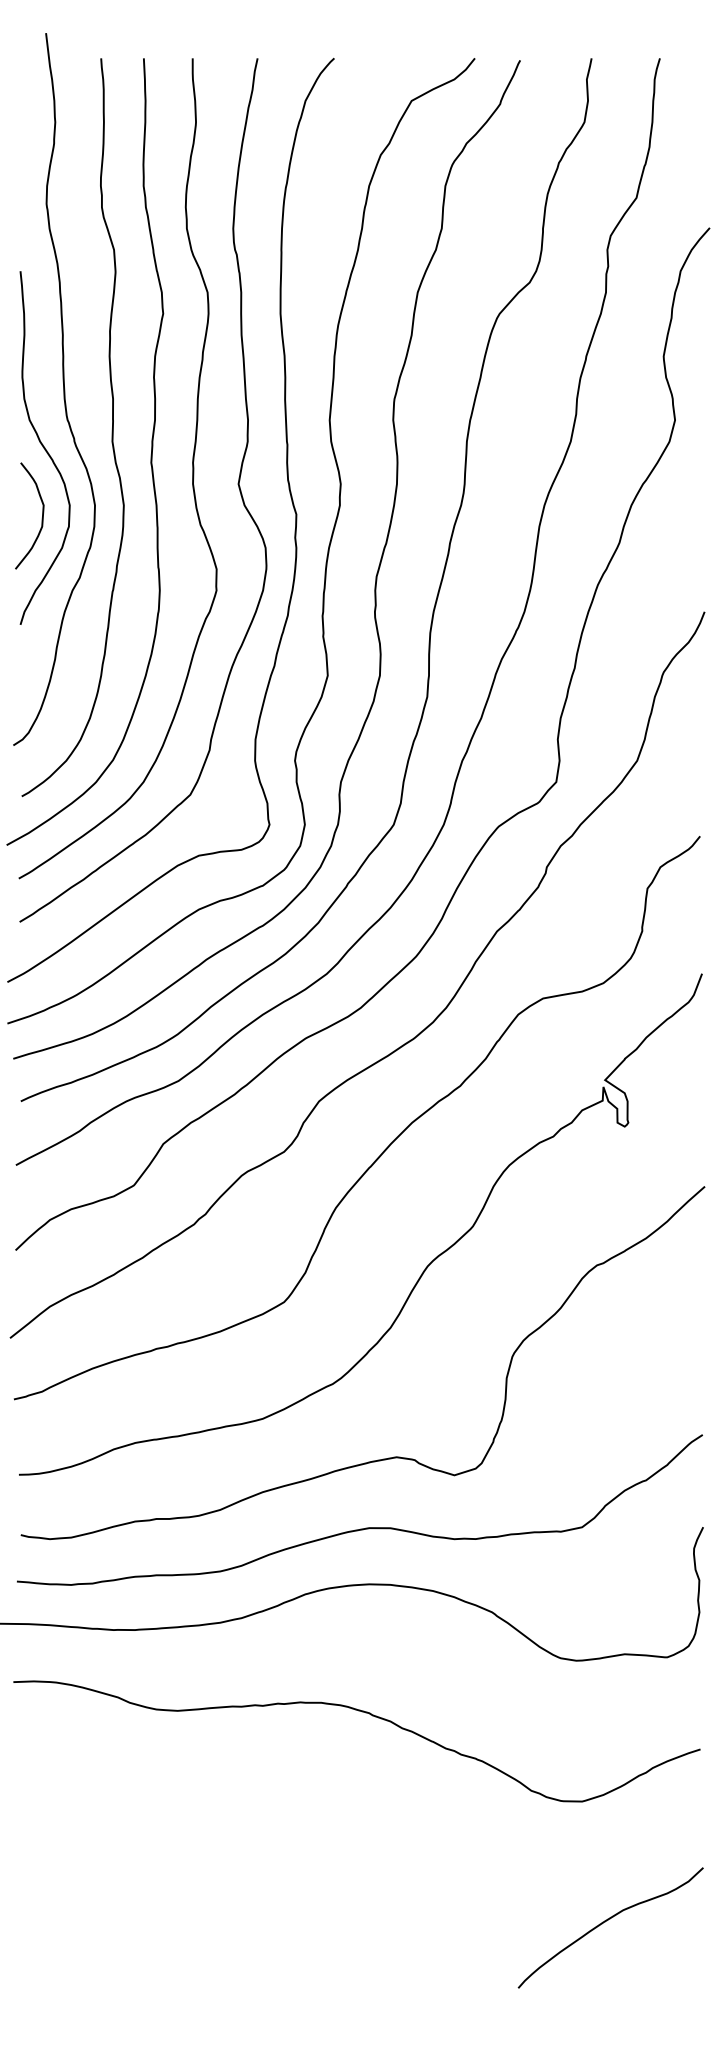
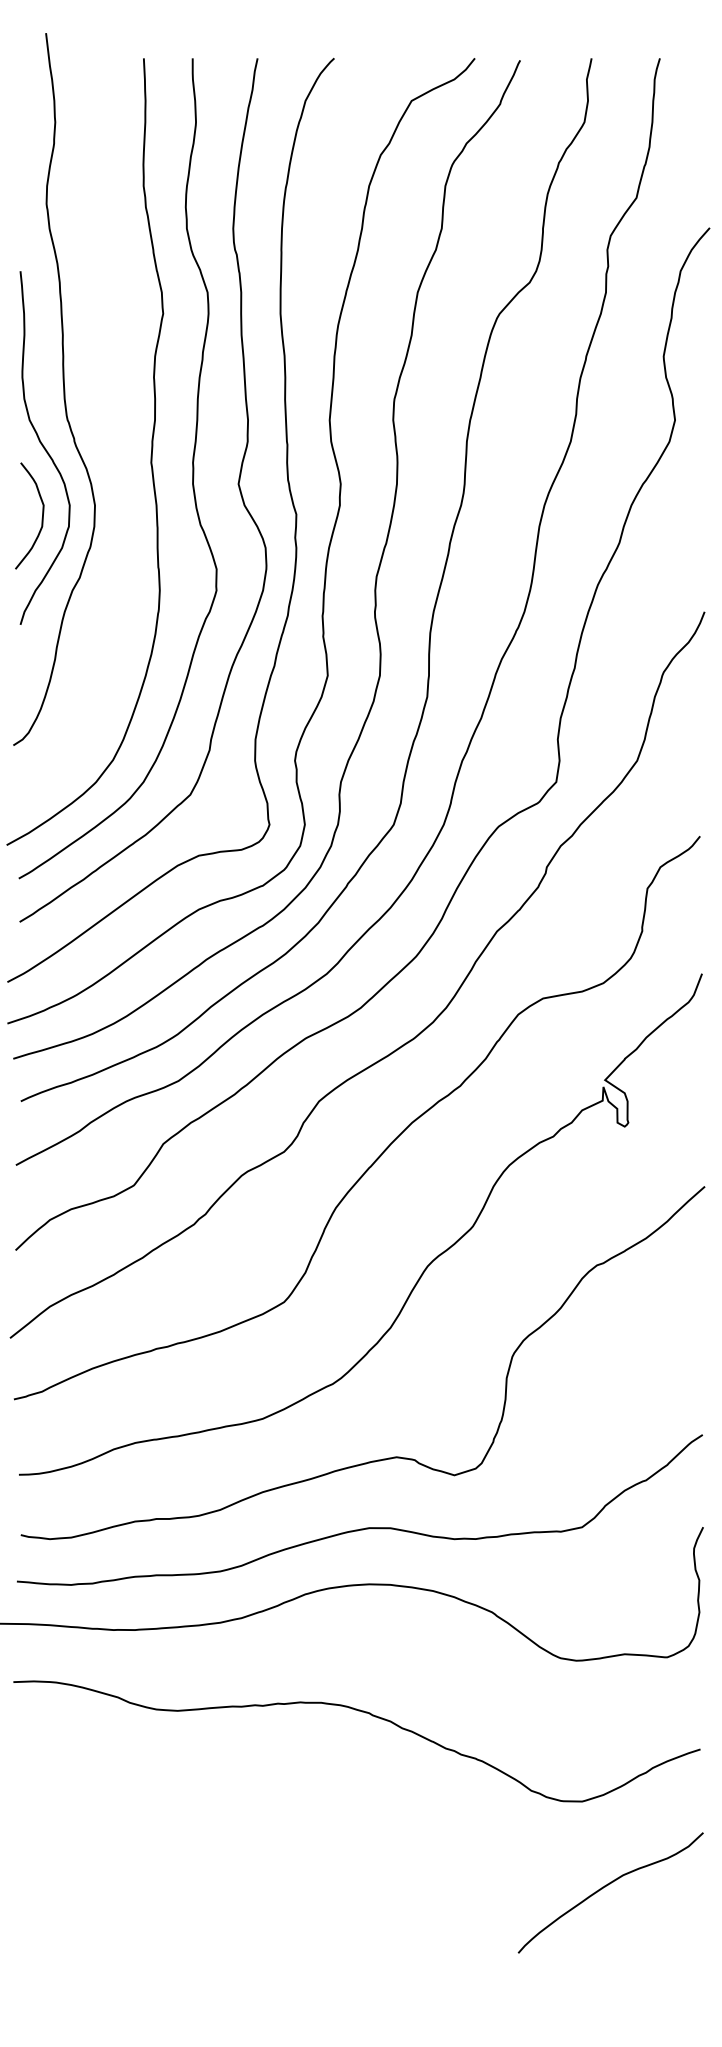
curve at (111, 430): present -> none
curve at (605, 1922) position: (605, 1922) -> (605, 1887)
